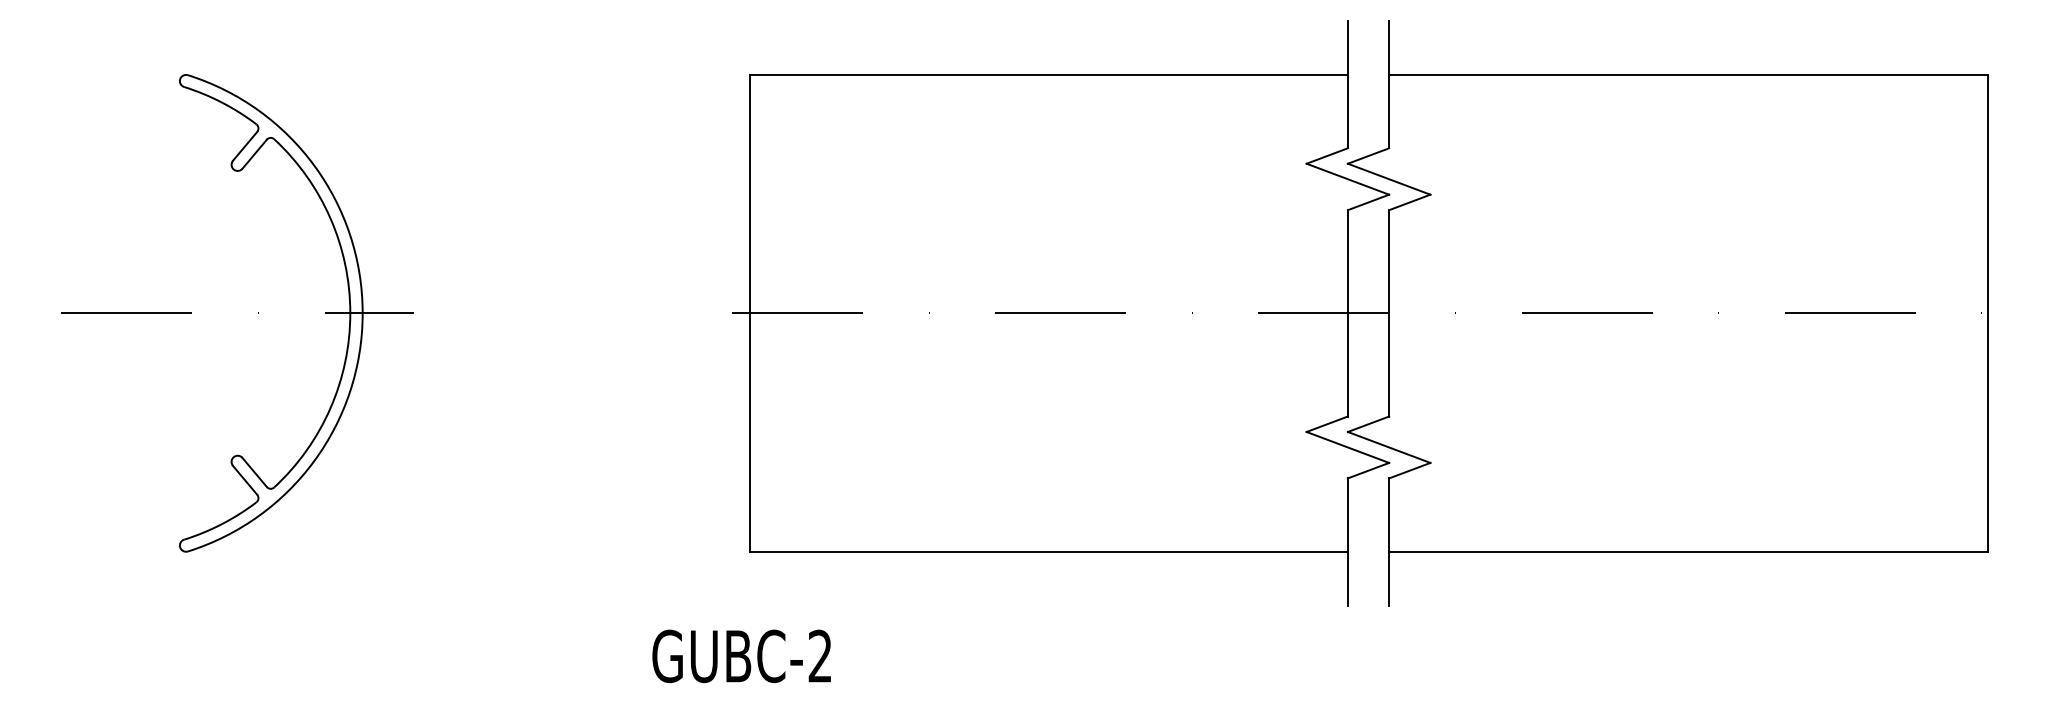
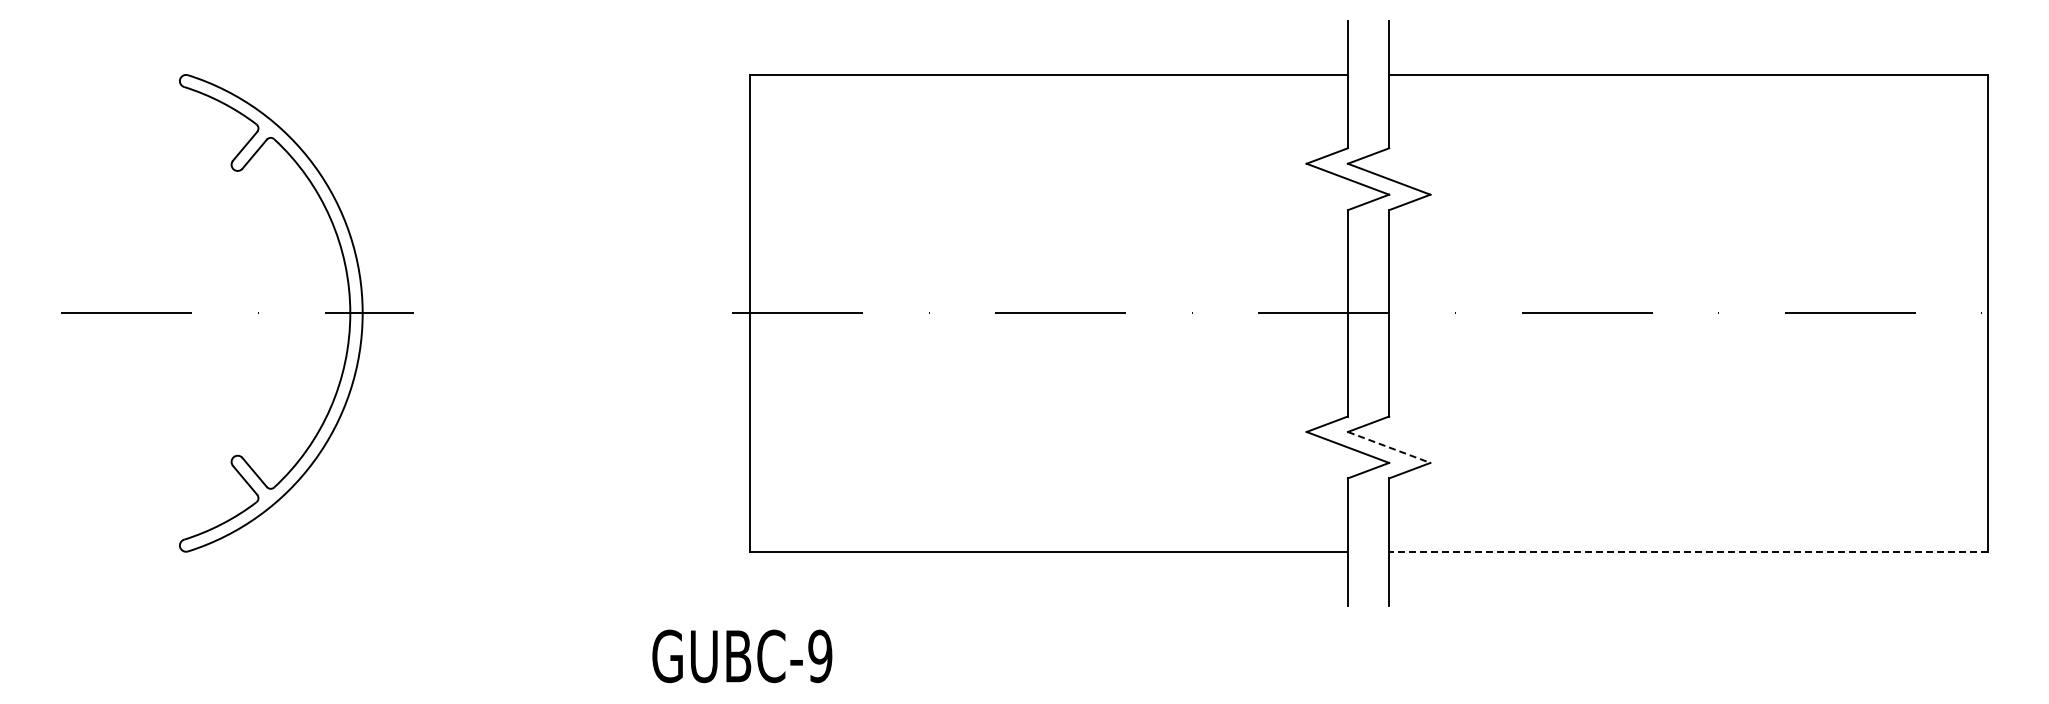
line at (1389, 447): solid -> dashed
line at (1687, 551): solid -> dashed
text at (820, 656): GUBC-2 -> GUBC-9
